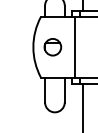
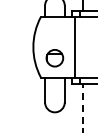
part at (52, 47) position: (52, 47) -> (54, 58)
line at (83, 107): solid -> dashed
